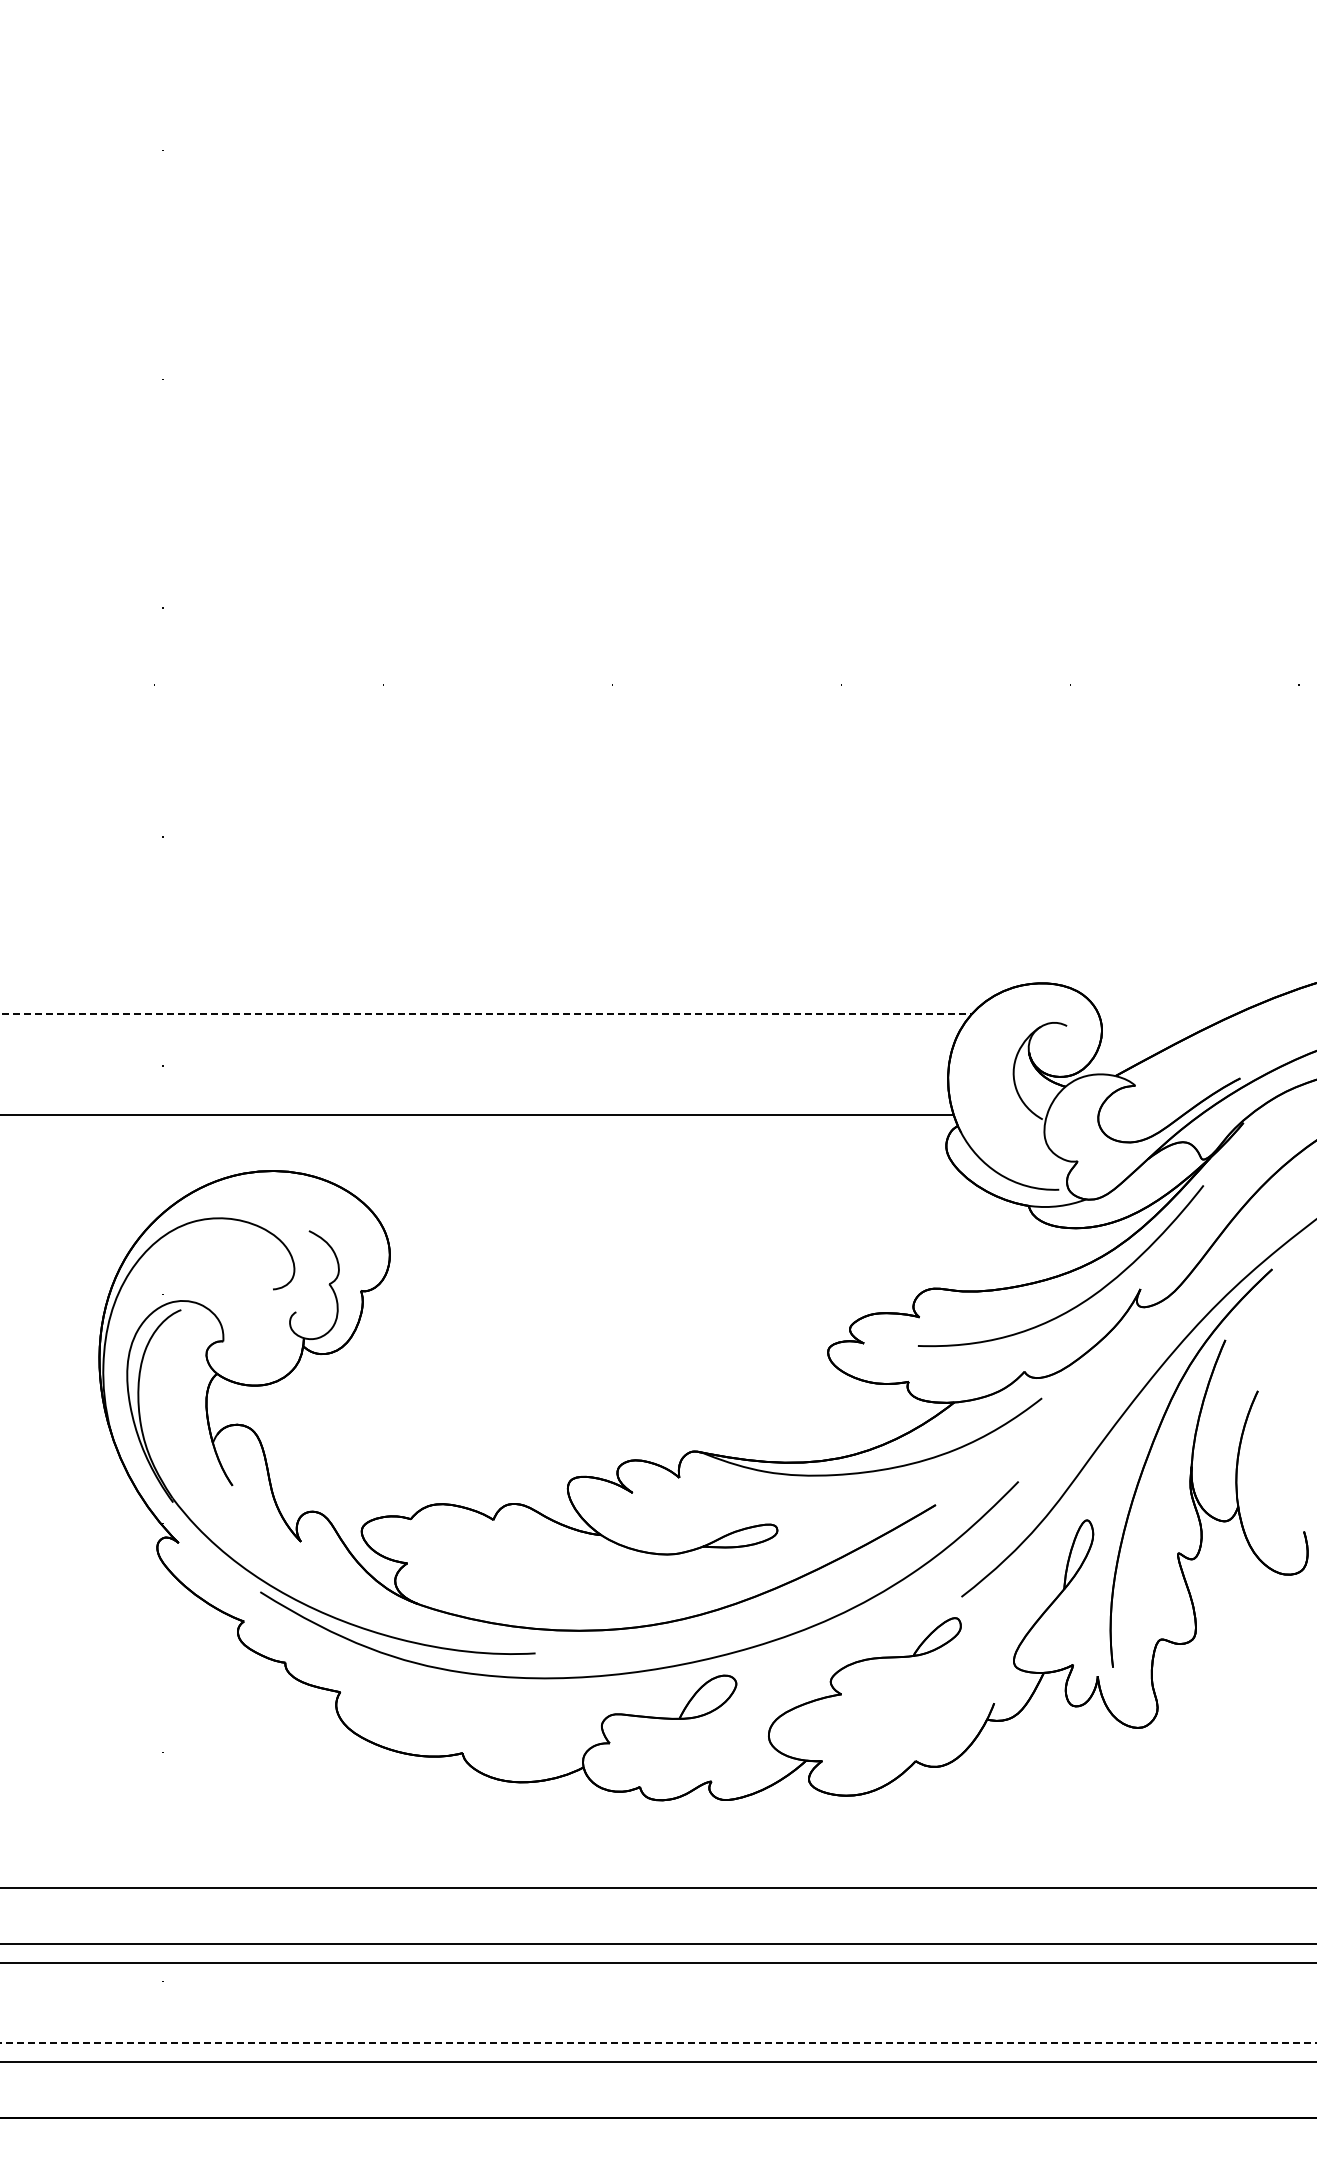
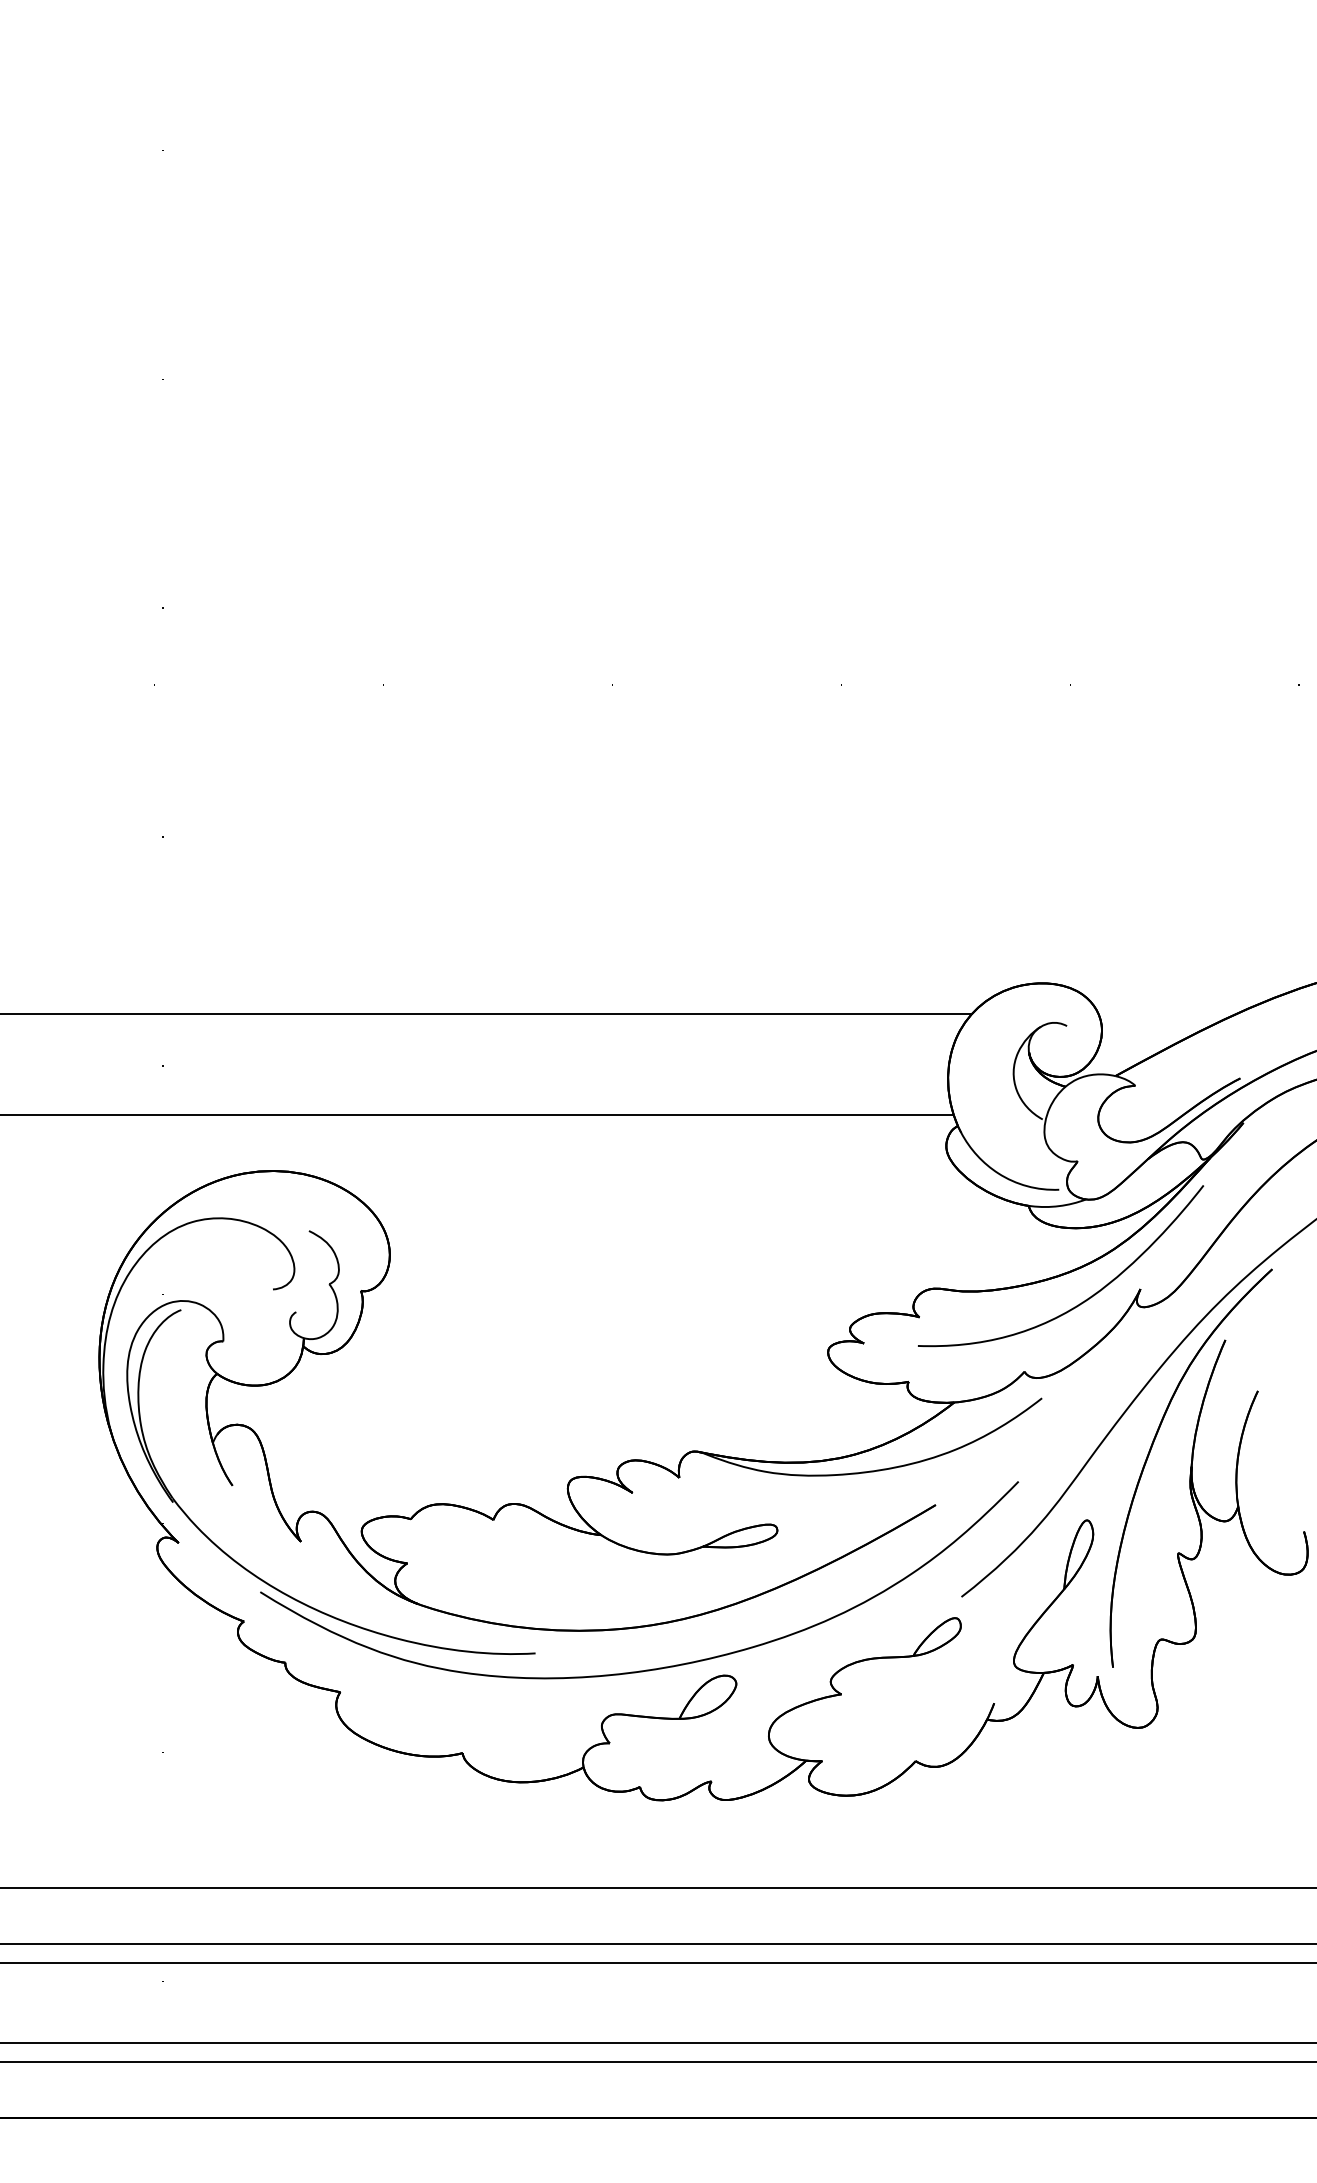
line at (486, 1014): dashed -> solid
line at (658, 2043): dashed -> solid
